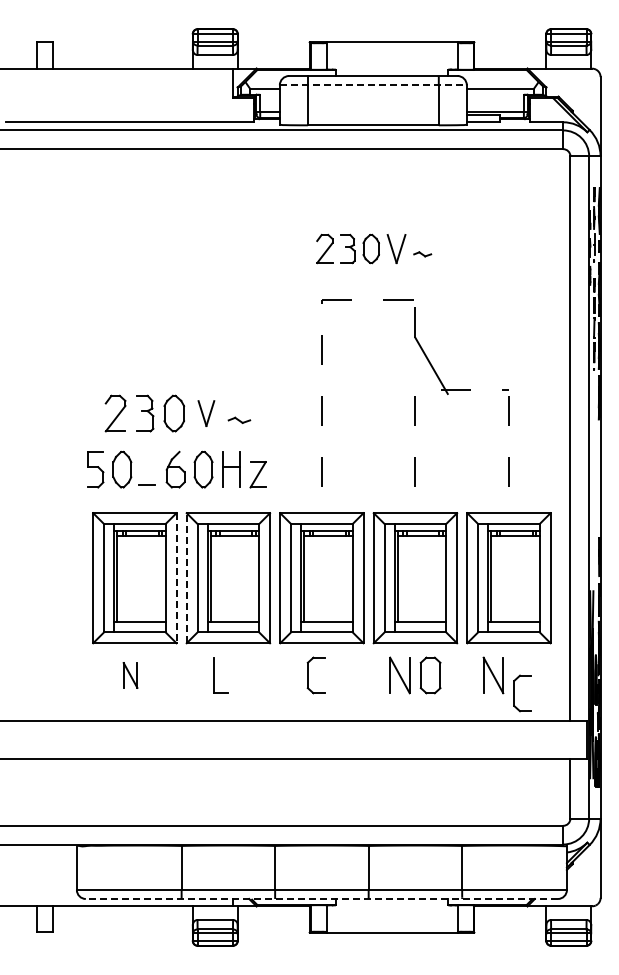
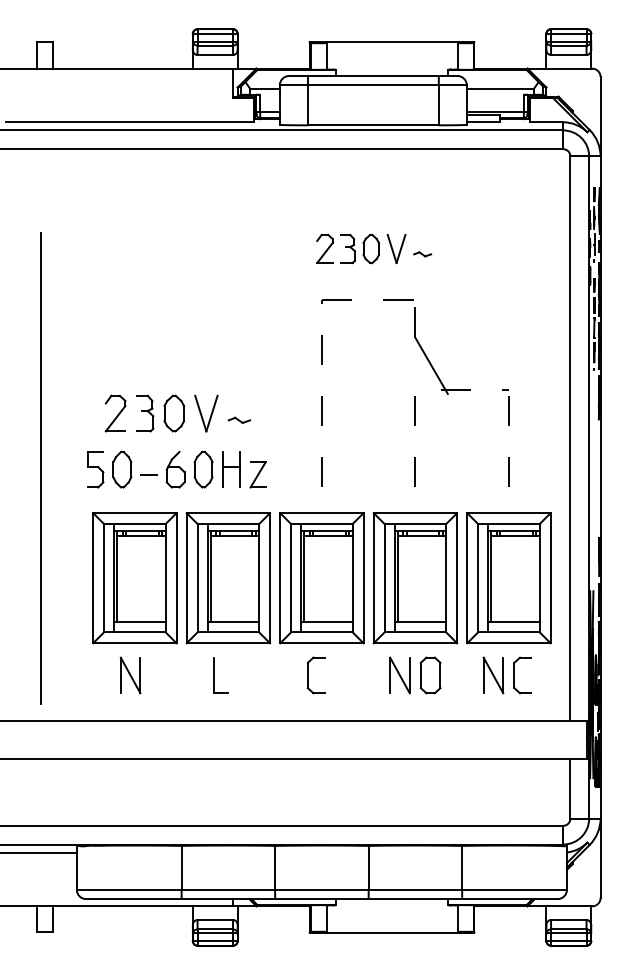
line at (373, 85): dashed -> solid
part at (206, 413) size: 19x27 px -> 25x39 px
line at (41, 468): none -> present
line at (146, 484) position: (146, 484) -> (148, 474)
line at (186, 577): dashed -> solid
line at (176, 578): dashed -> solid
part at (130, 675) size: 17x27 px -> 23x39 px
part at (514, 693) position: (514, 693) -> (514, 675)
line at (39, 852): none -> present
line at (321, 898): dashed -> solid
